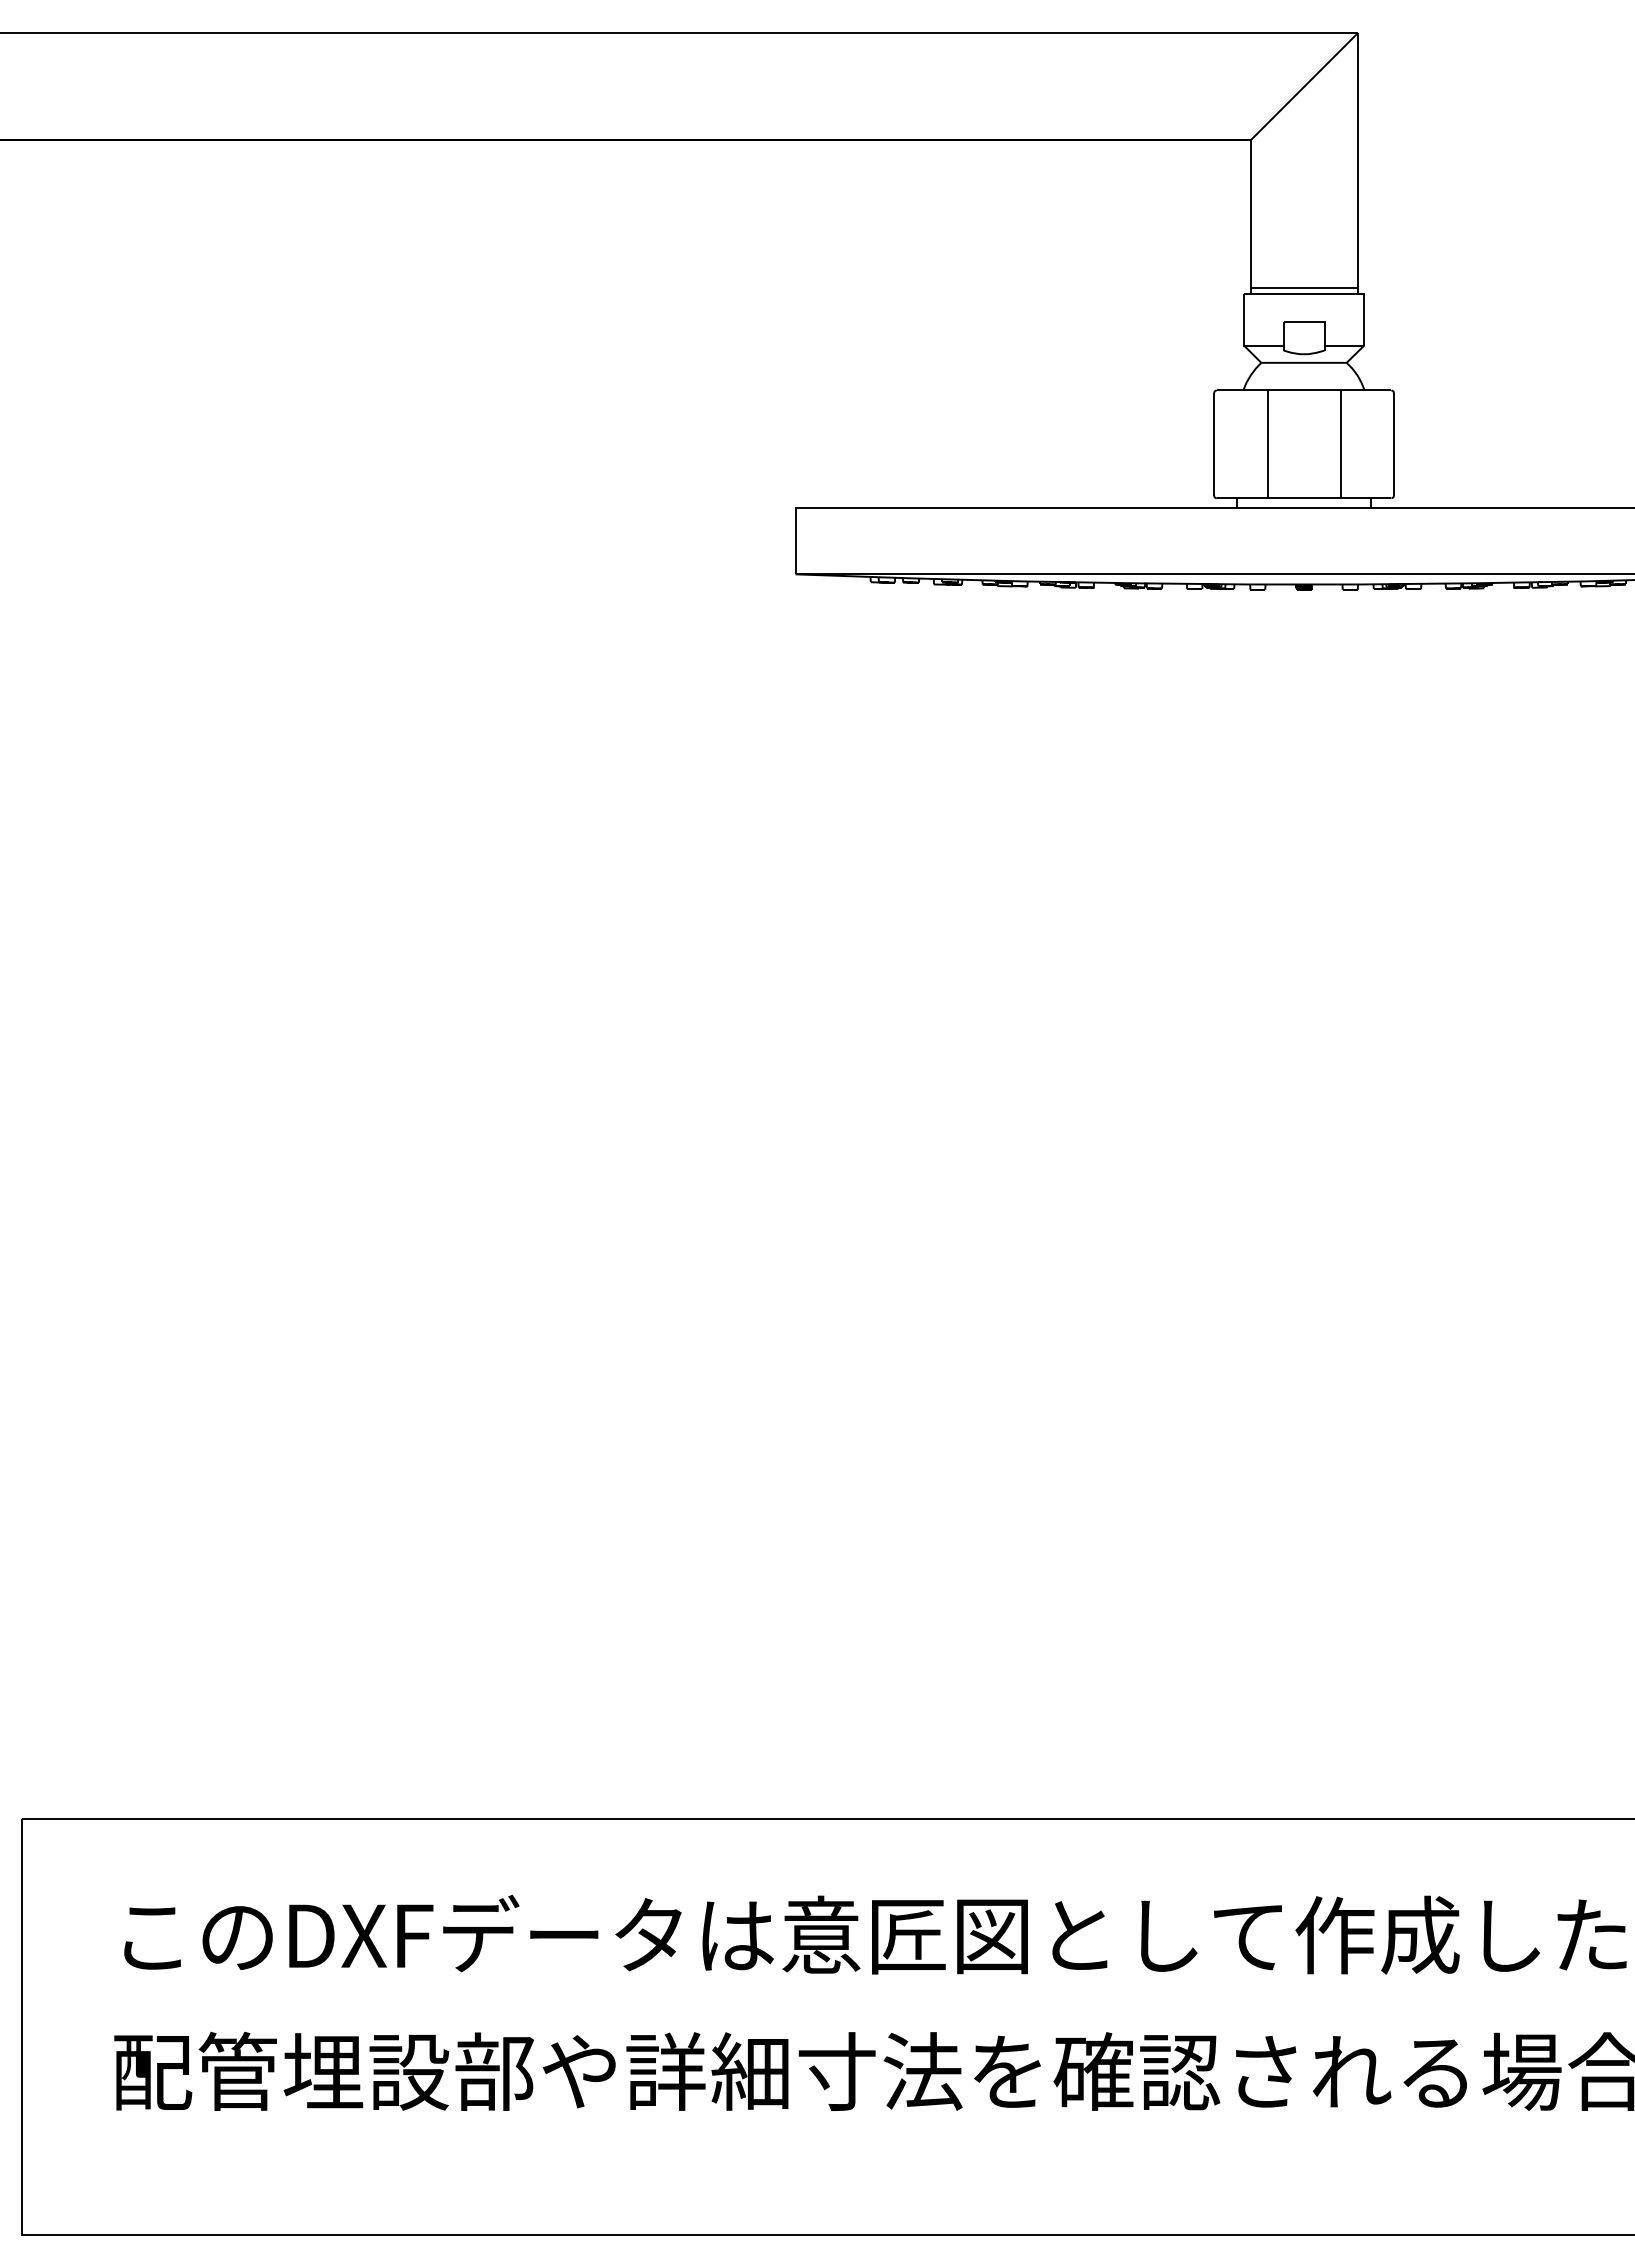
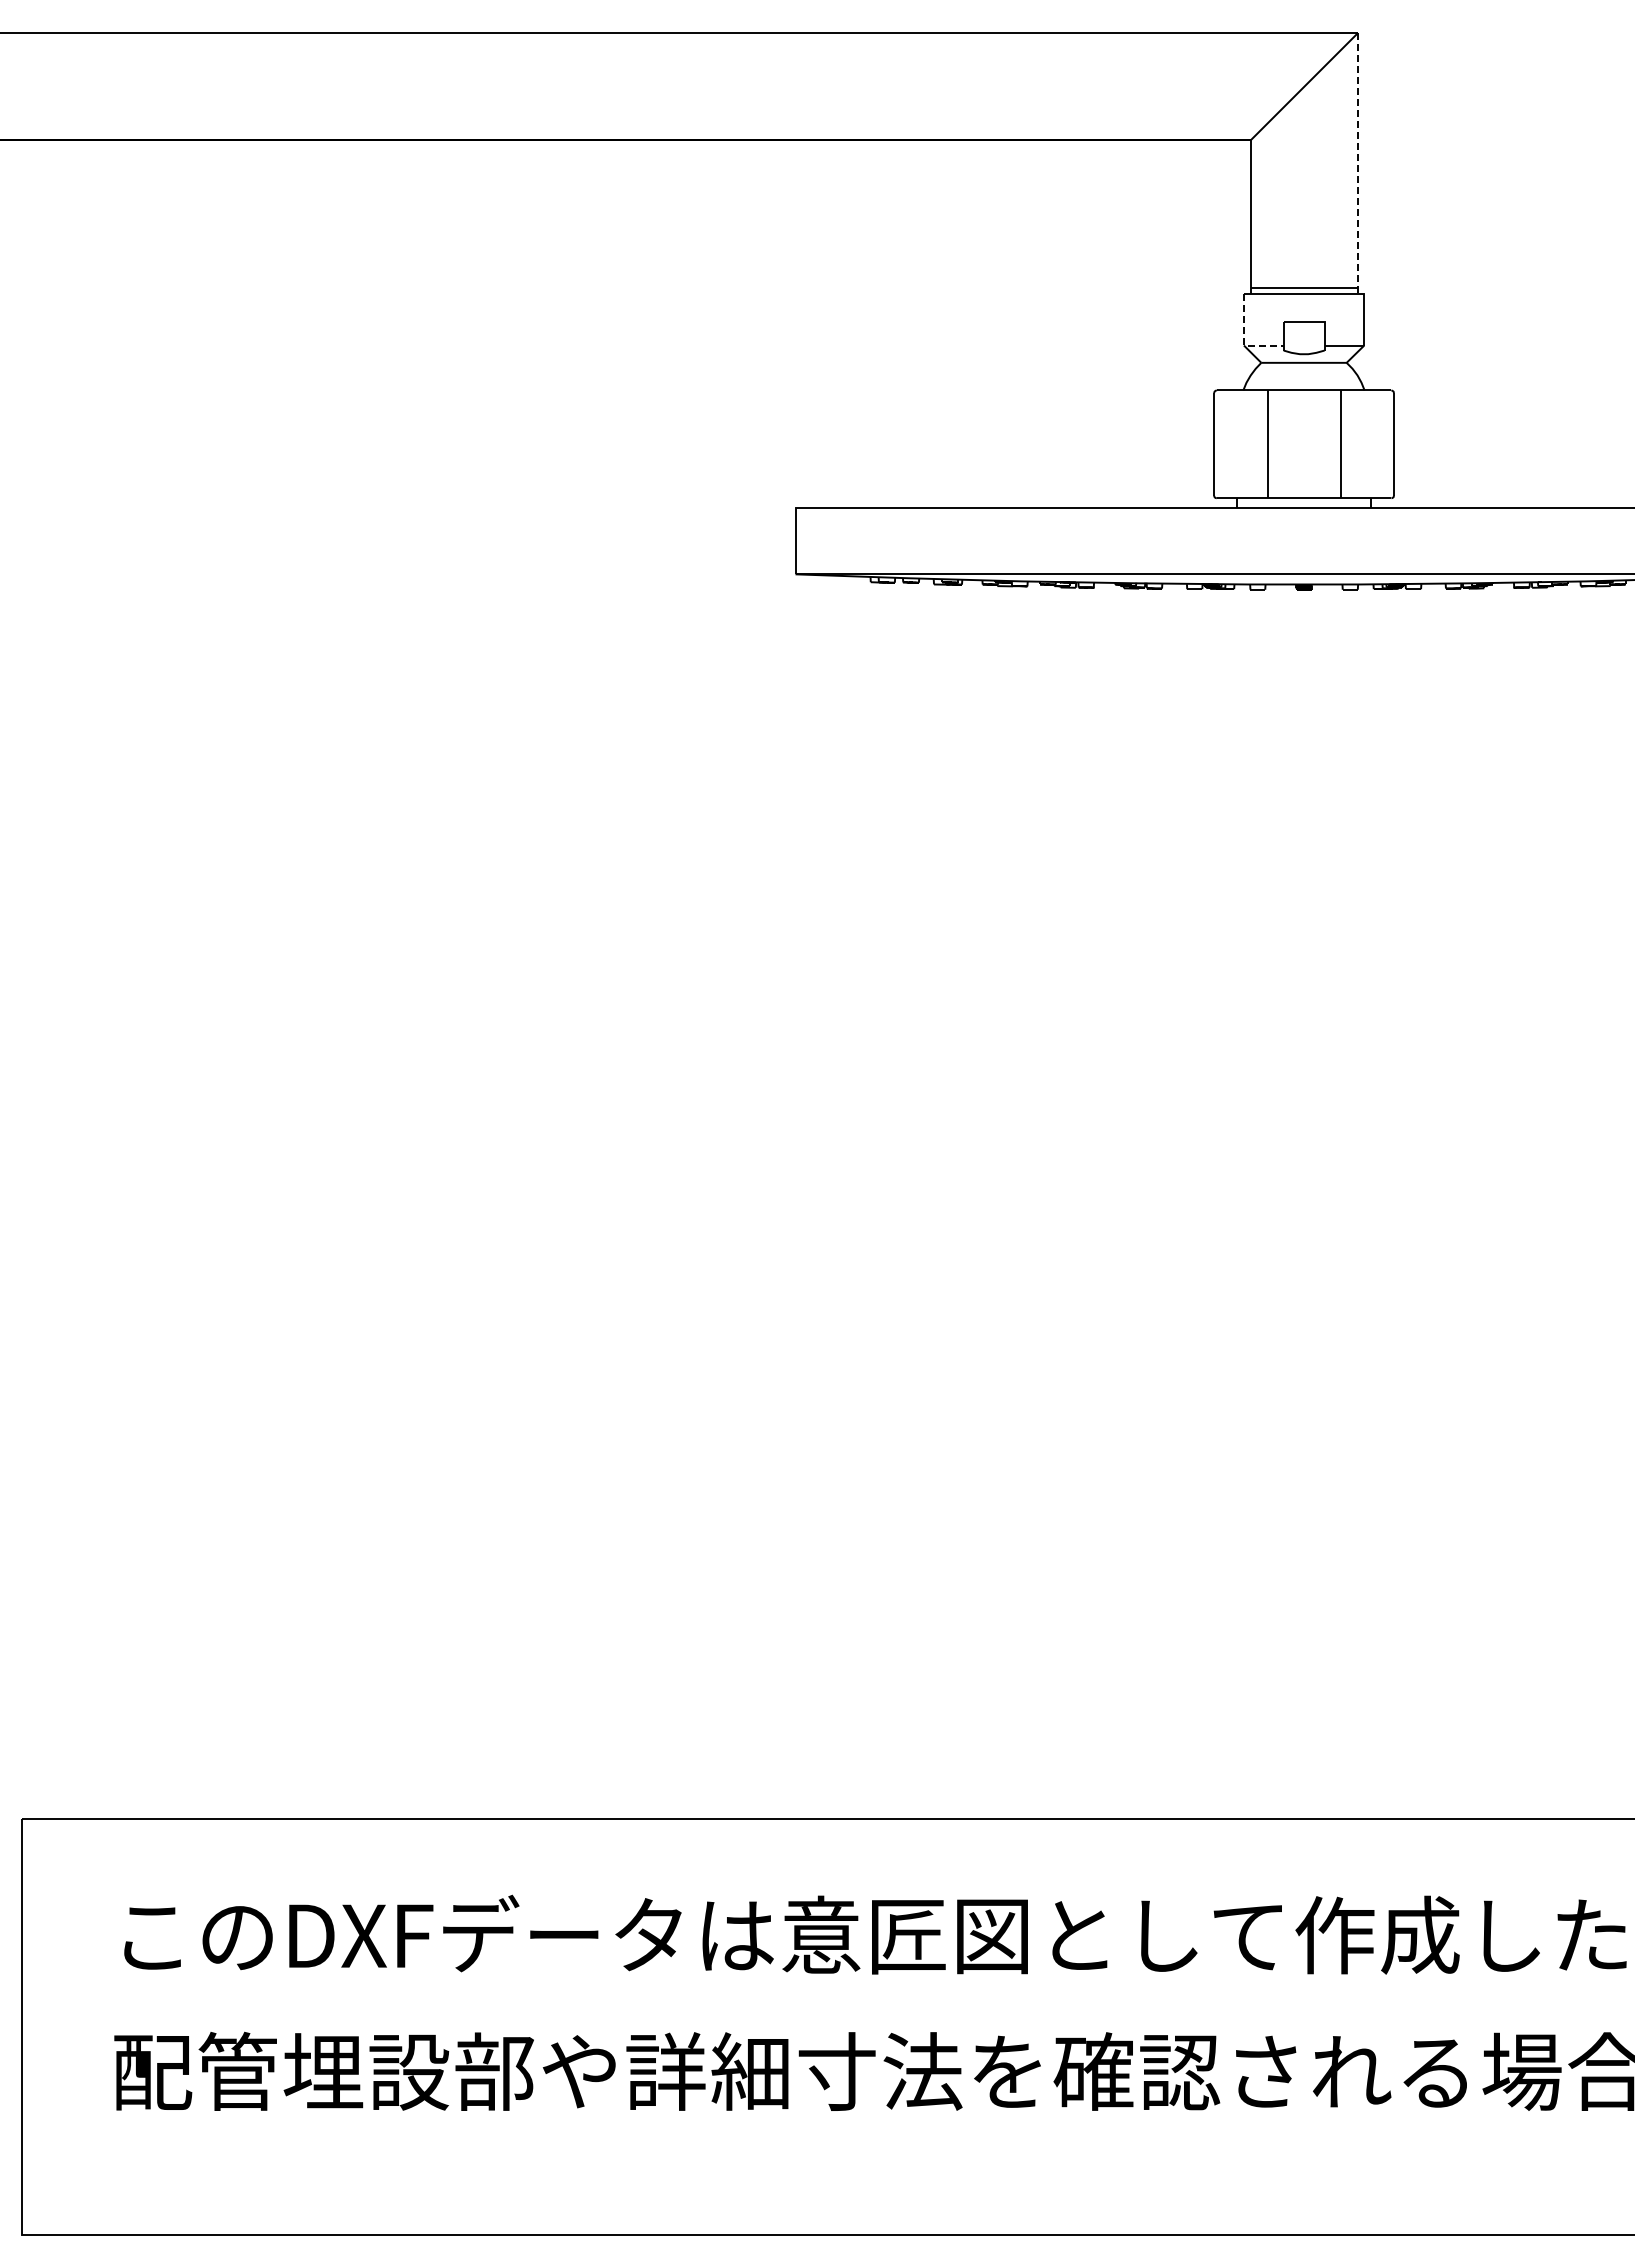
line at (1357, 164): solid -> dashed
line at (1243, 340): solid -> dashed
